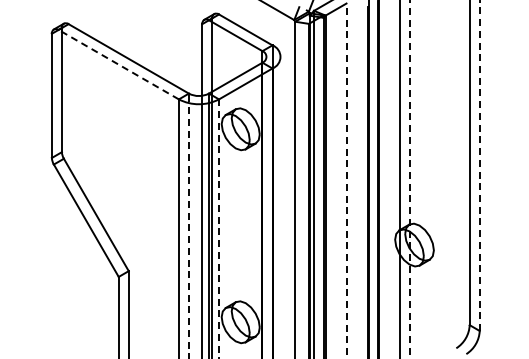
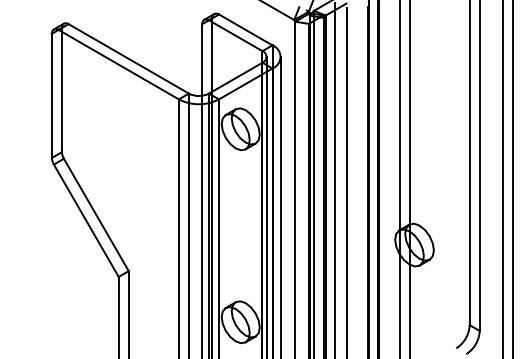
line at (118, 64): dashed -> solid
line at (479, 165): dashed -> solid
line at (503, 178): none -> present
line at (513, 178): none -> present
line at (334, 179): none -> present
line at (409, 179): dashed -> solid
line at (346, 183): dashed -> solid
line at (266, 205): none -> present
line at (280, 205): none -> present
line at (188, 225): dashed -> solid
line at (219, 229): dashed -> solid
